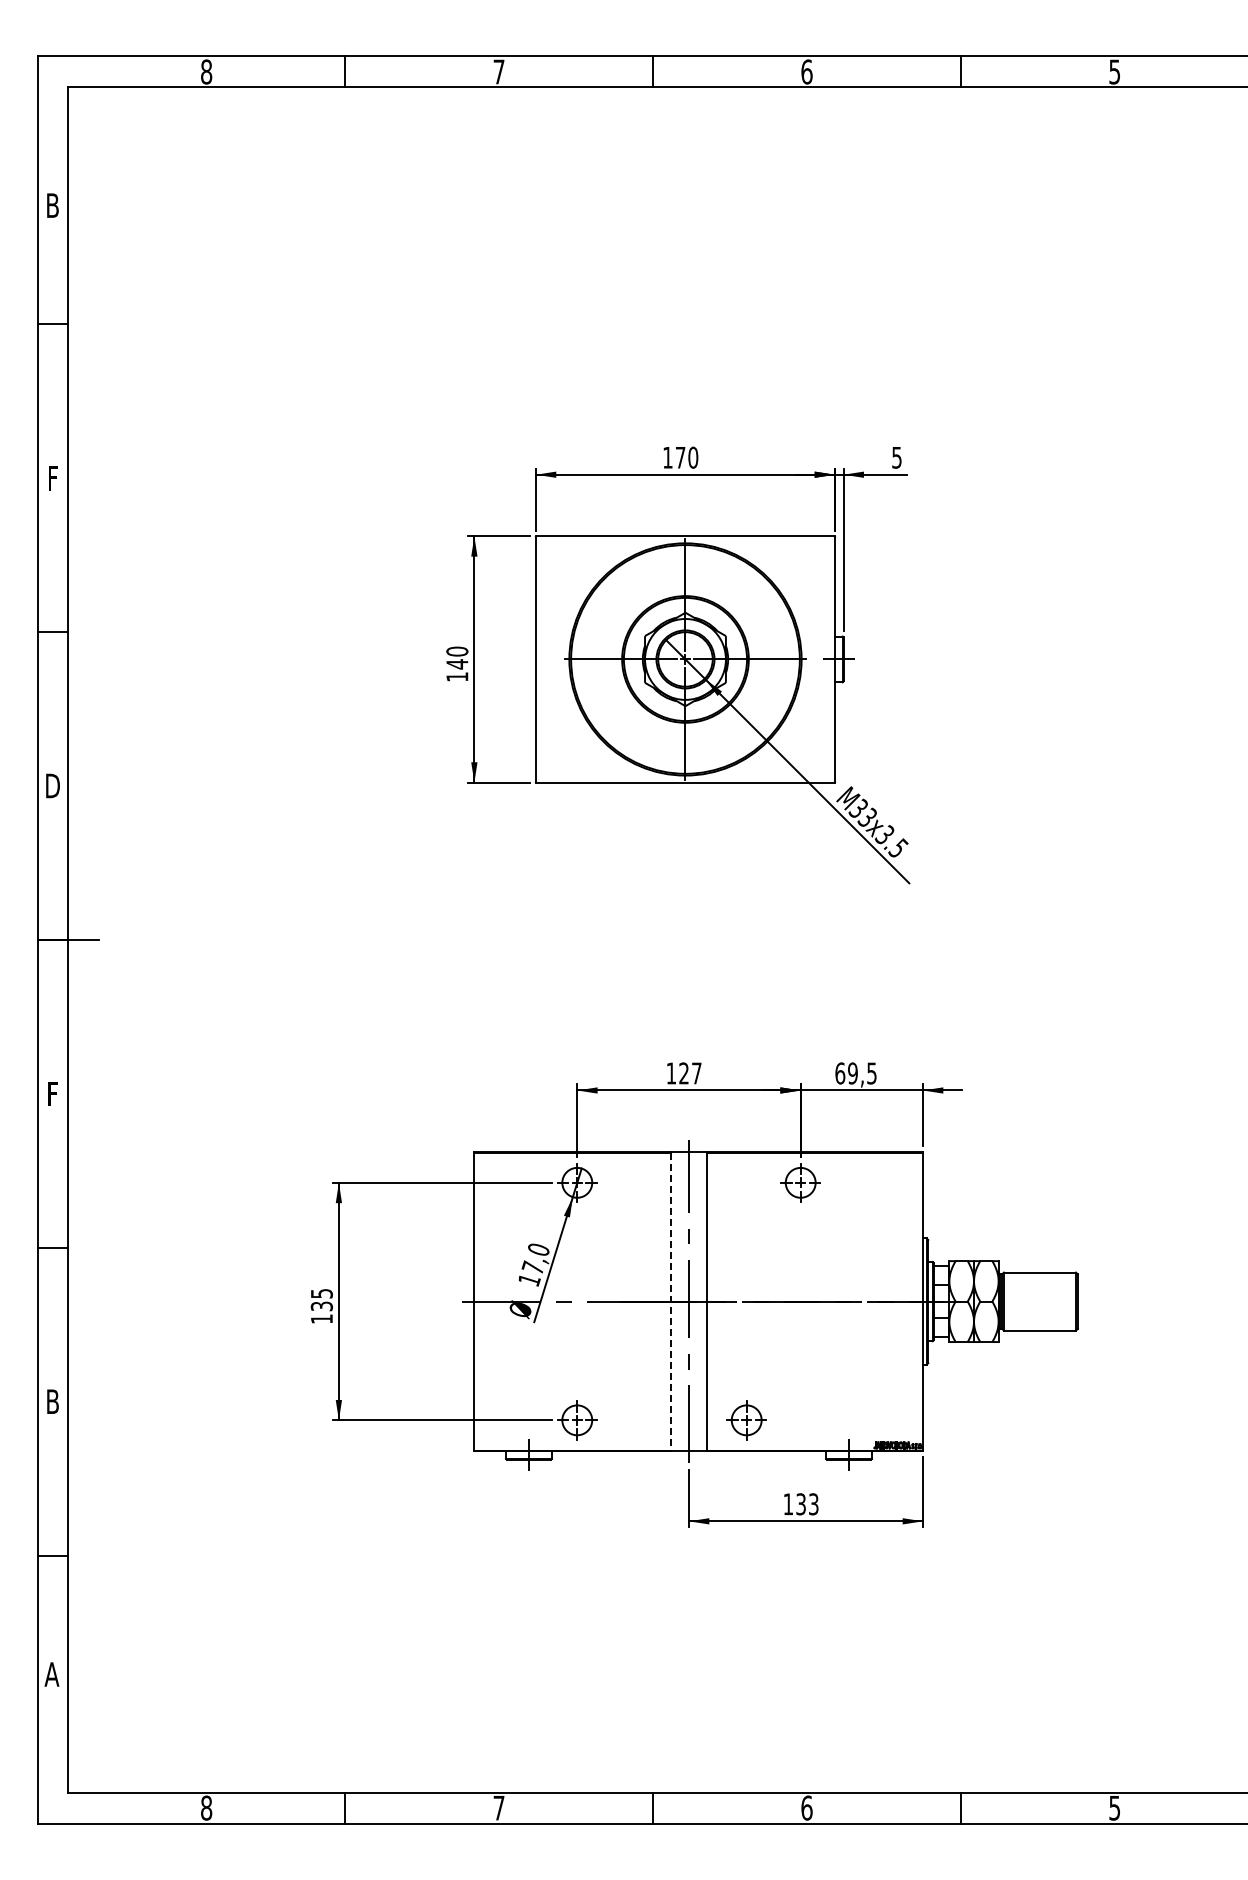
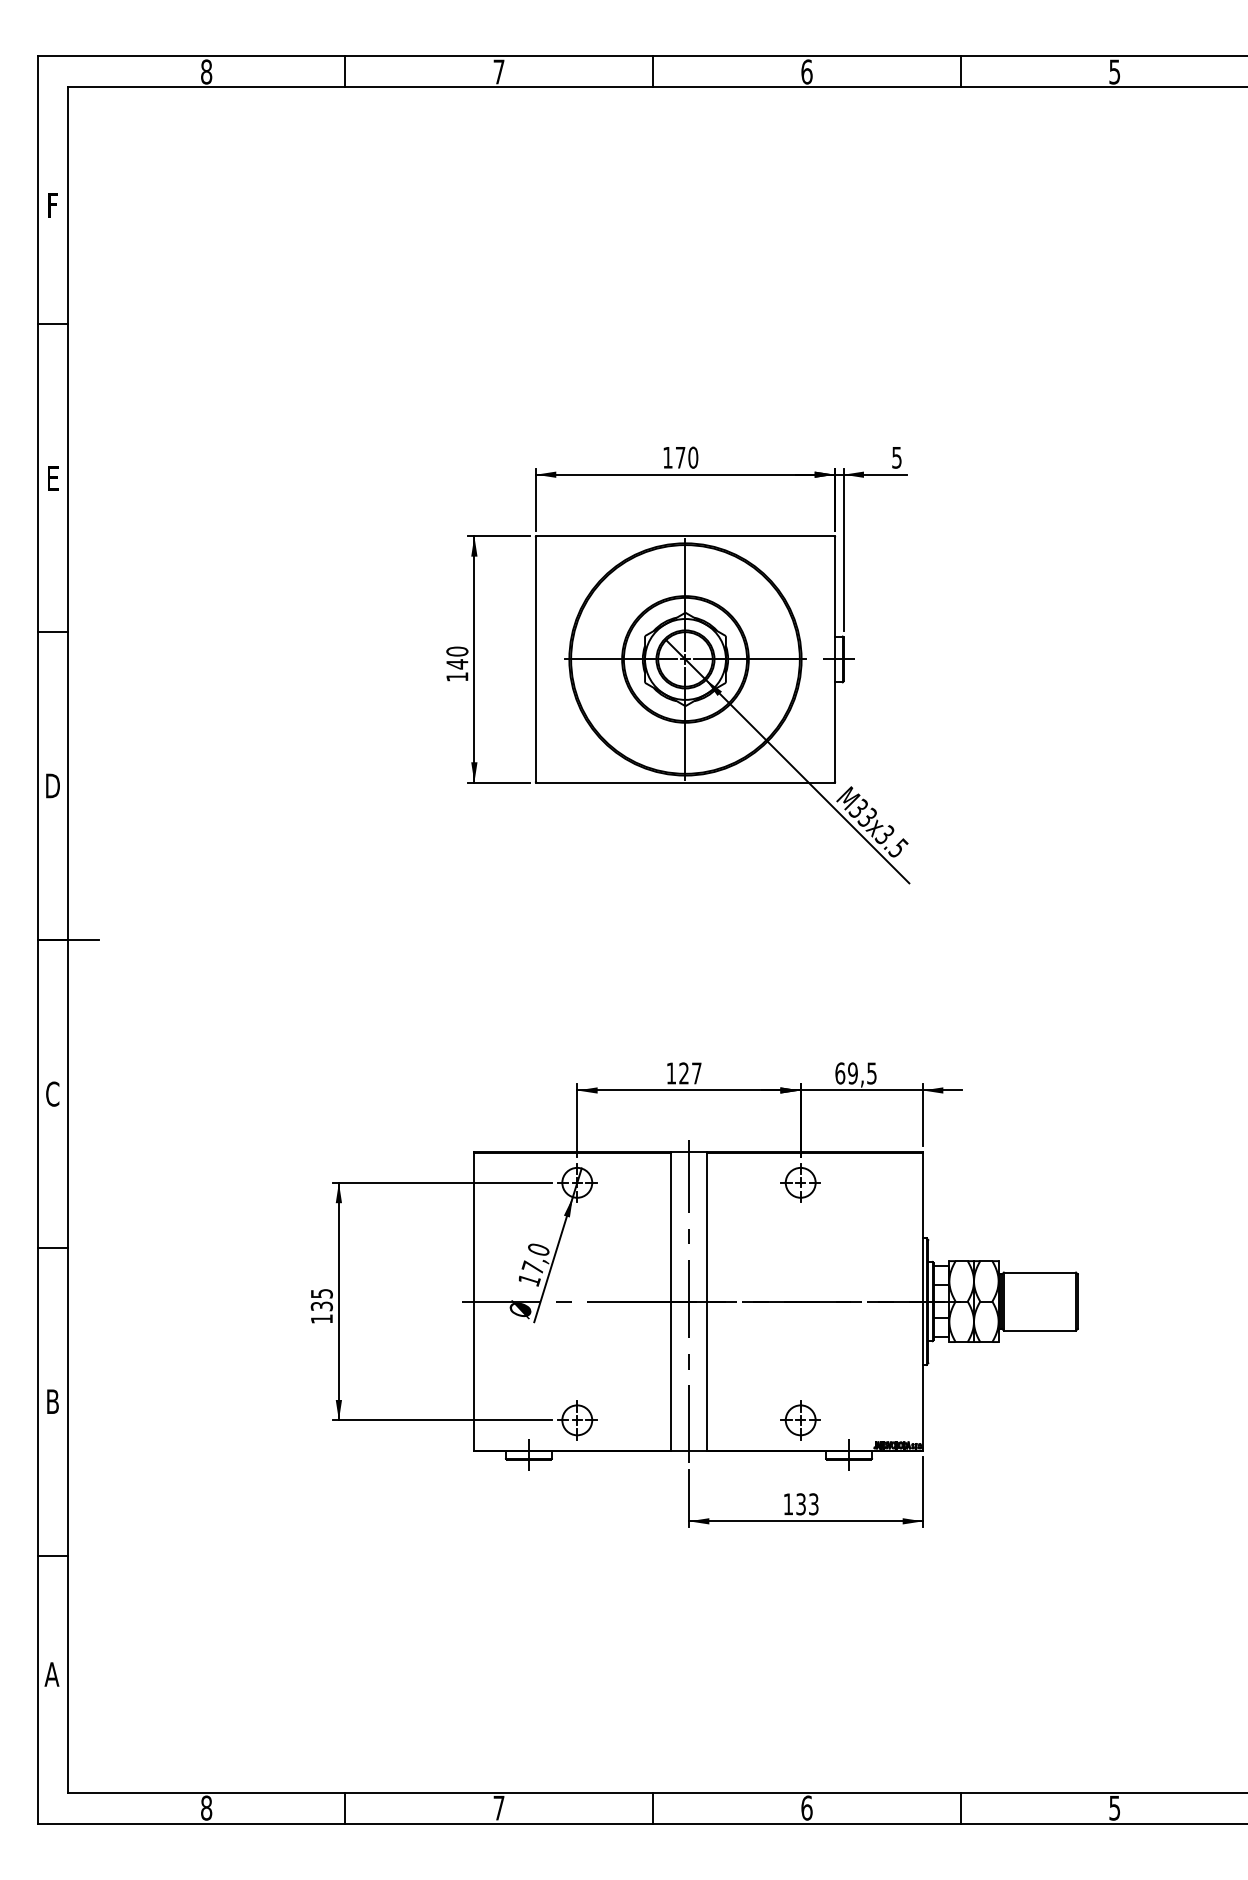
text at (52, 205): B -> F
text at (53, 478): F -> E
text at (52, 1093): F -> C
line at (671, 1302): dashed -> solid
part at (746, 1420) position: (746, 1420) -> (800, 1420)
